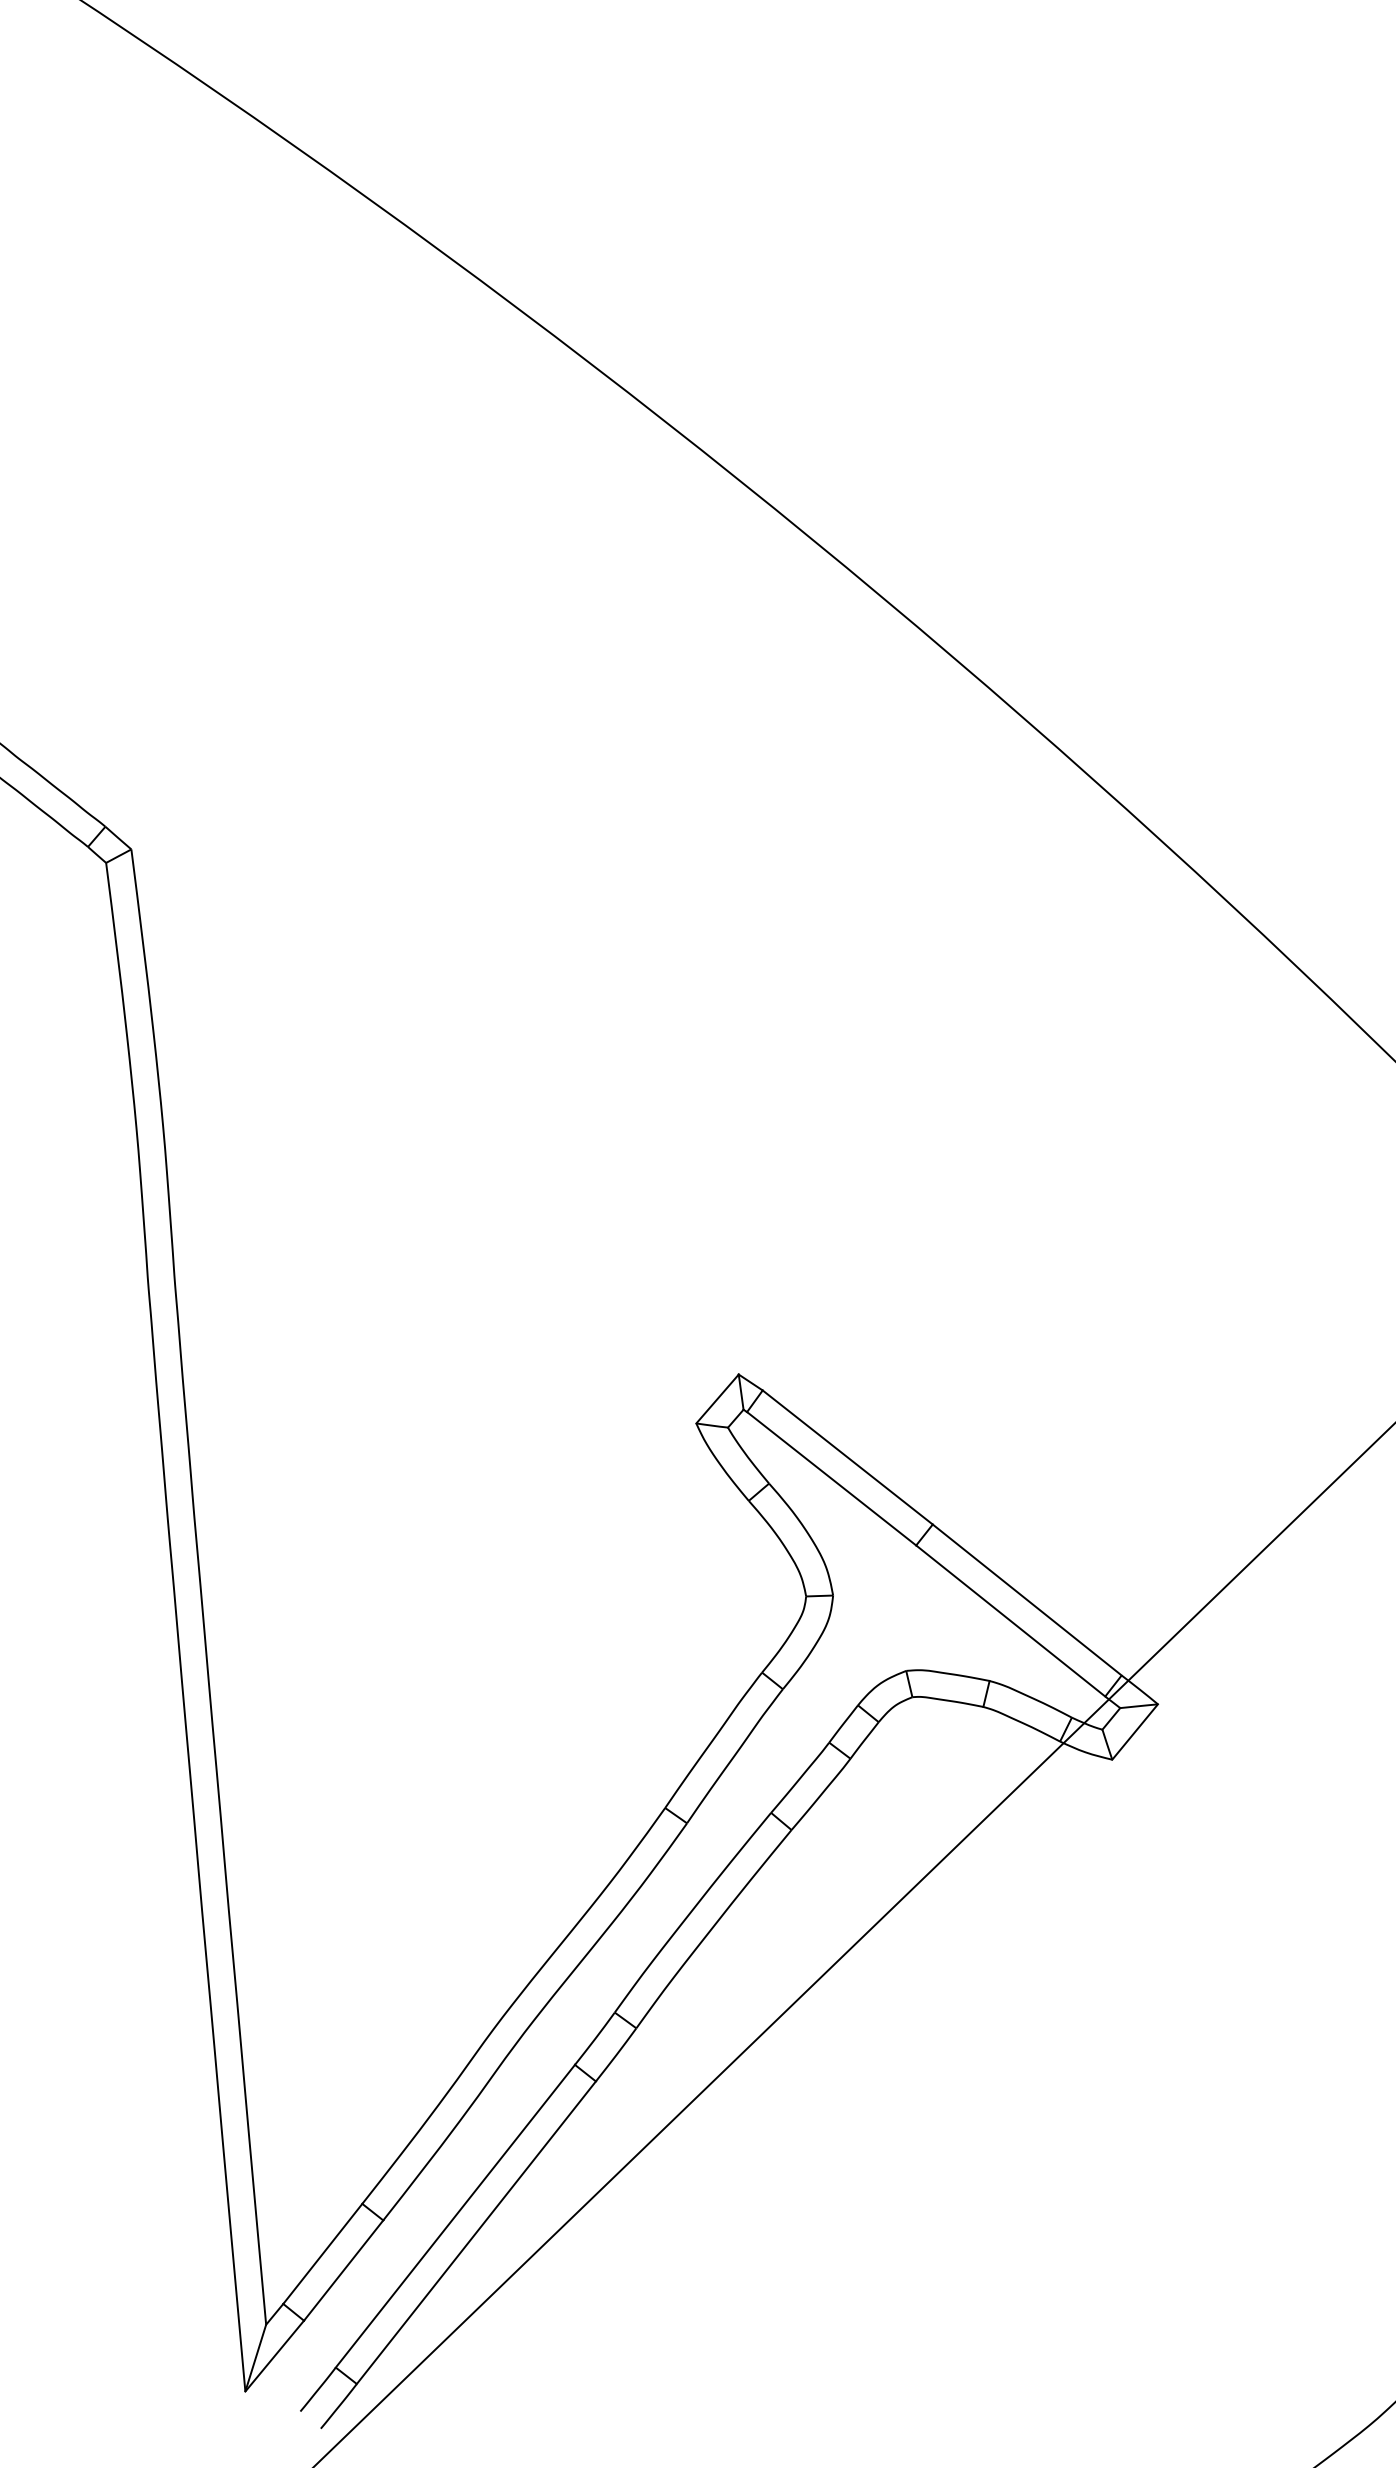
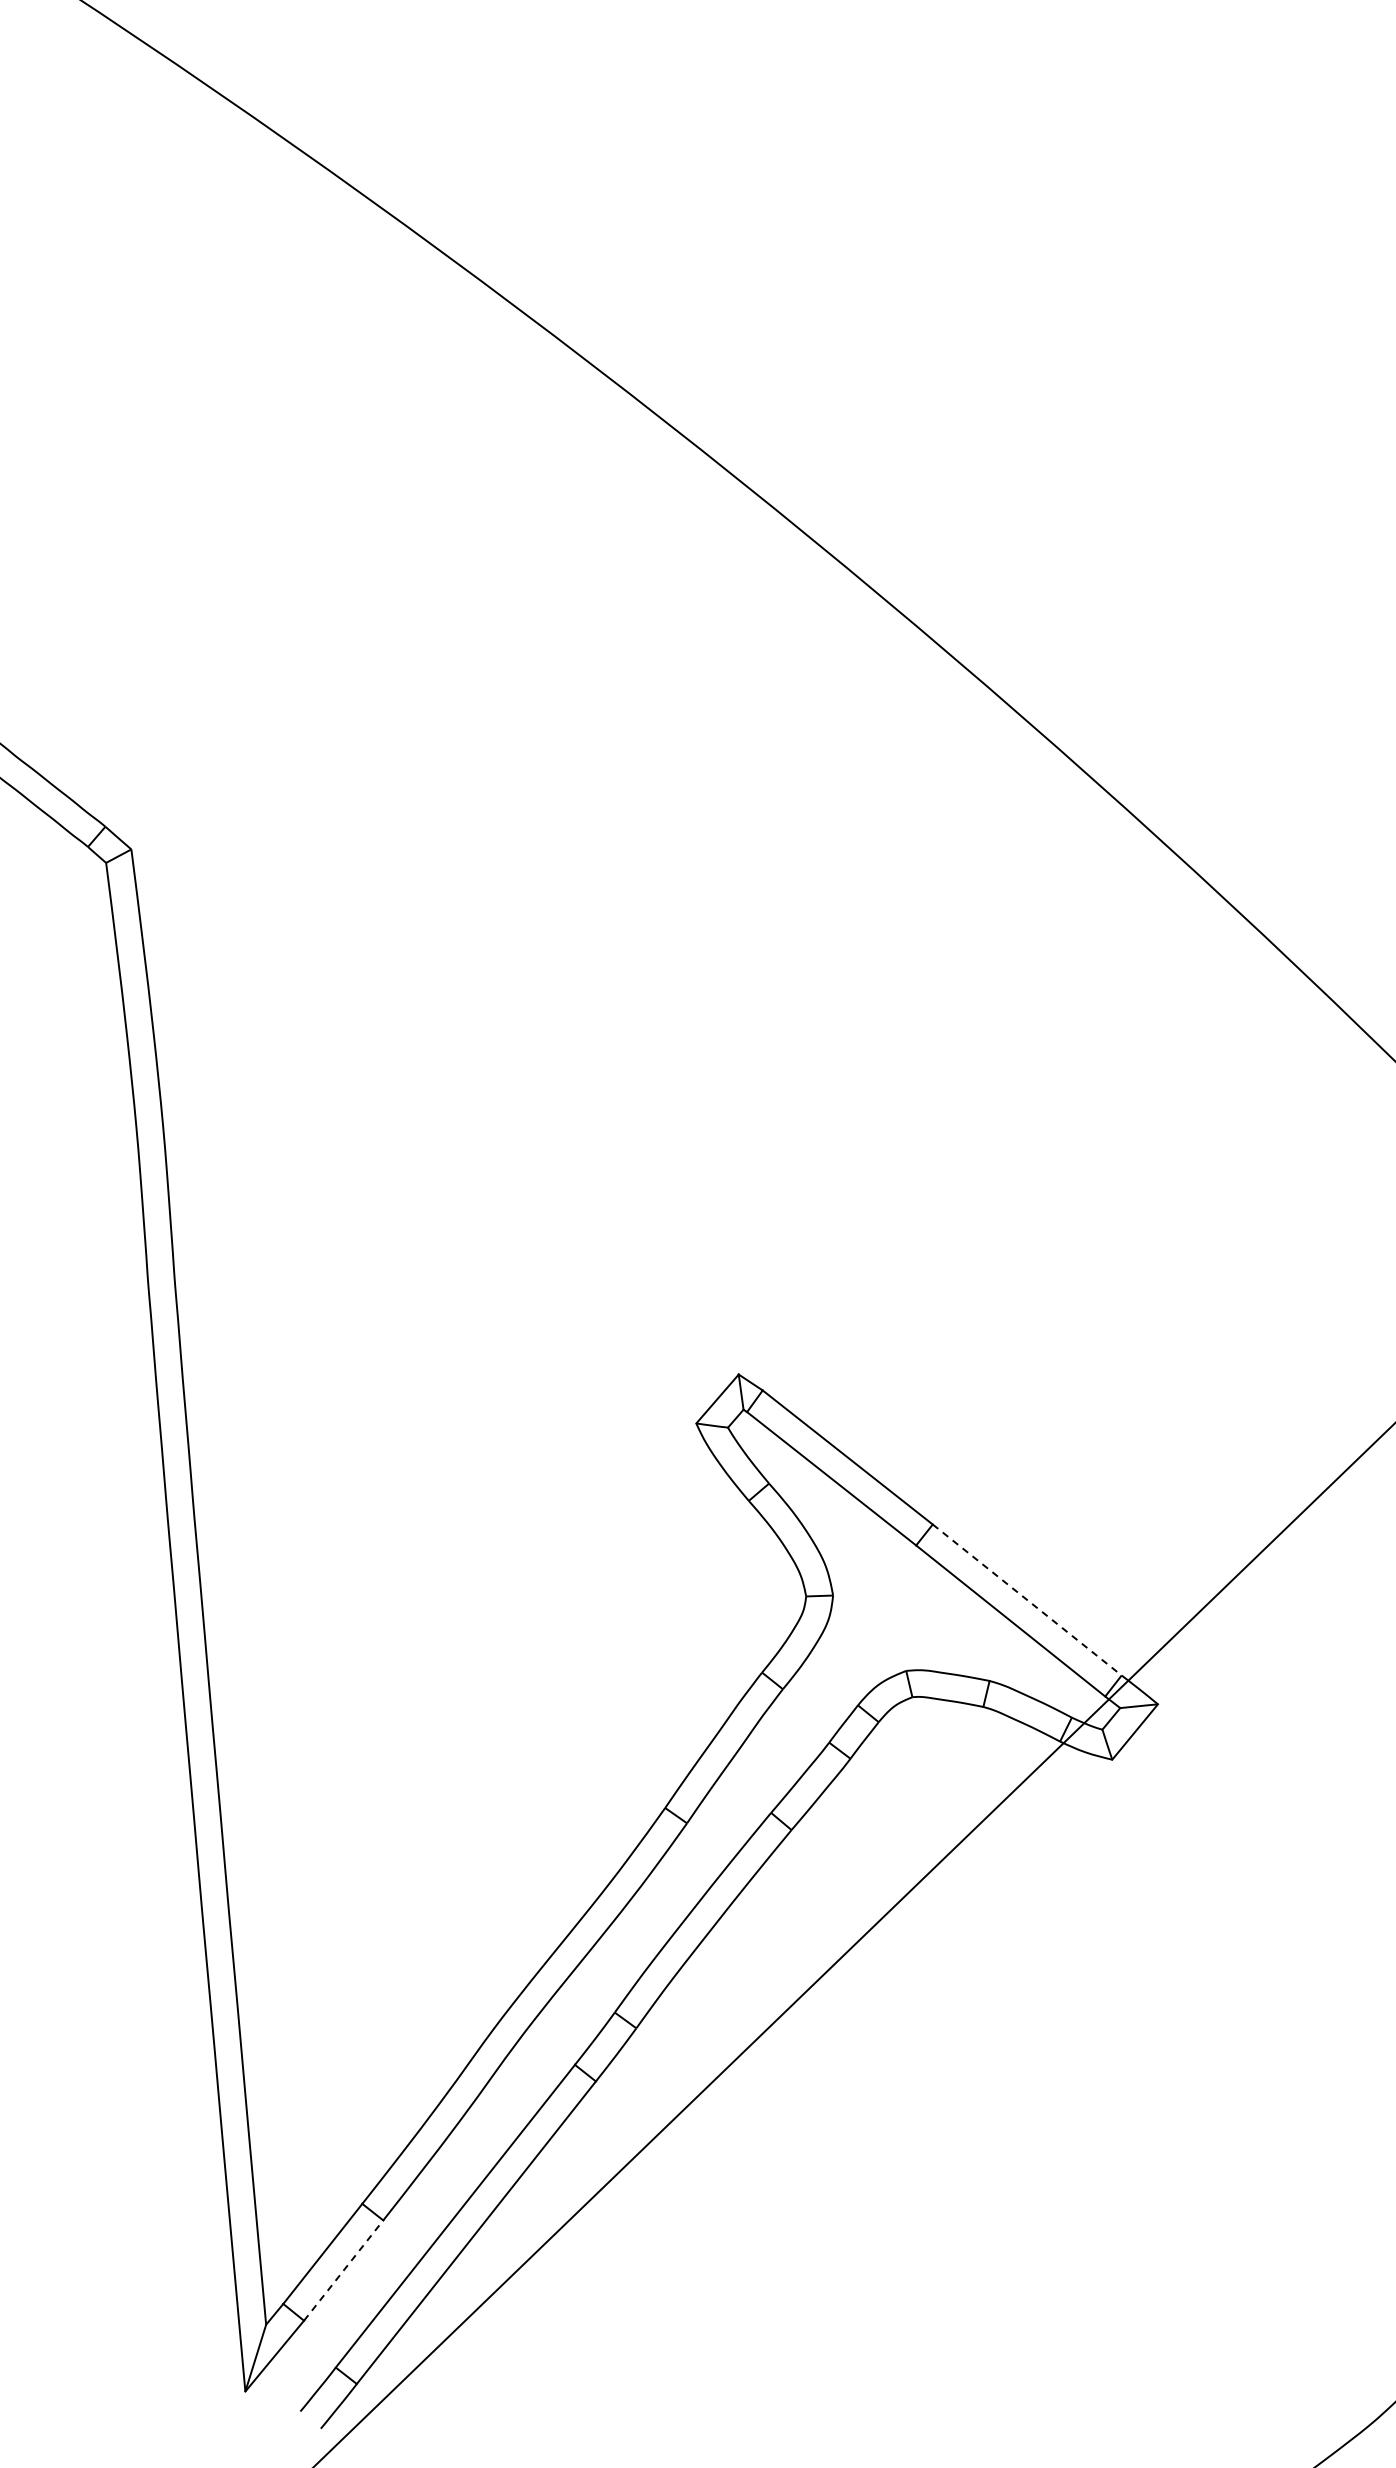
line at (1027, 1600): solid -> dashed
line at (343, 2270): solid -> dashed
